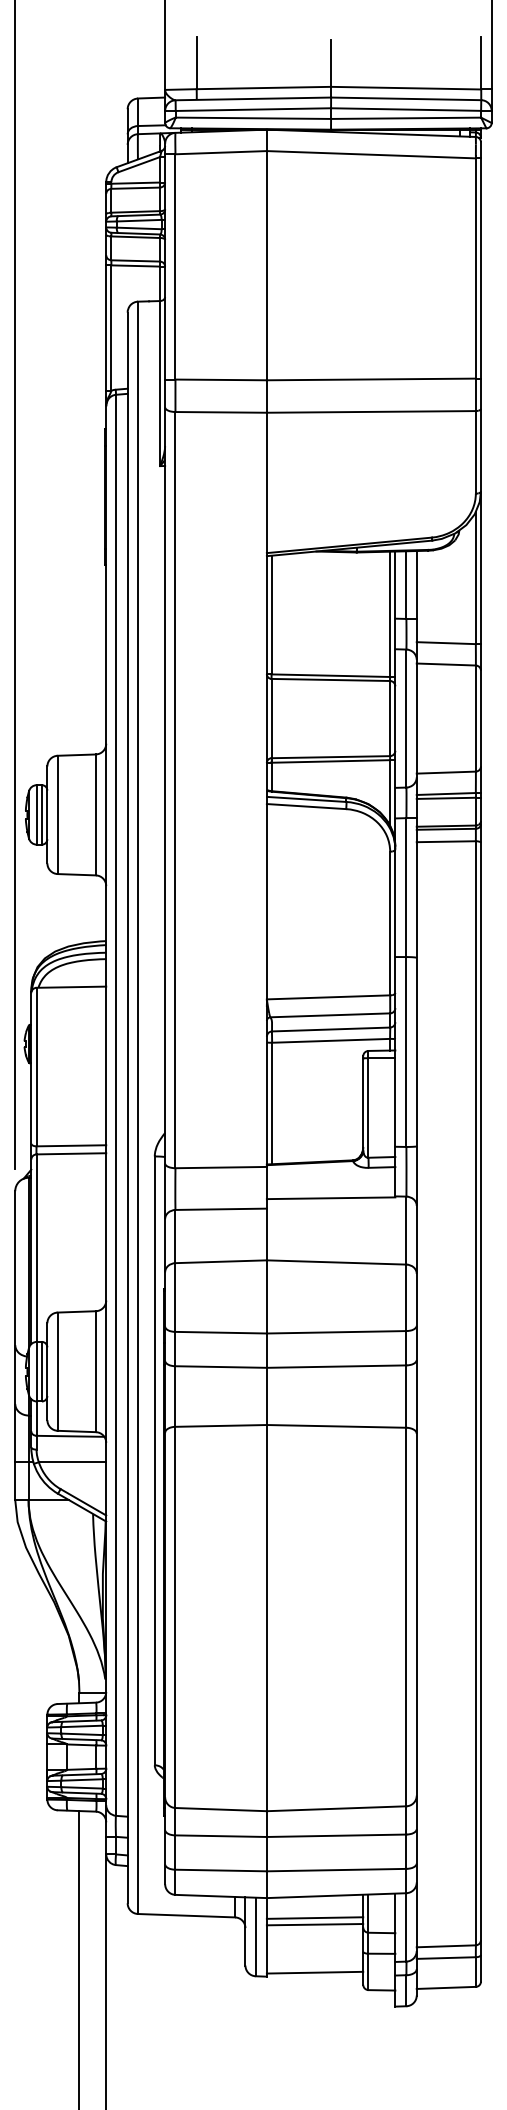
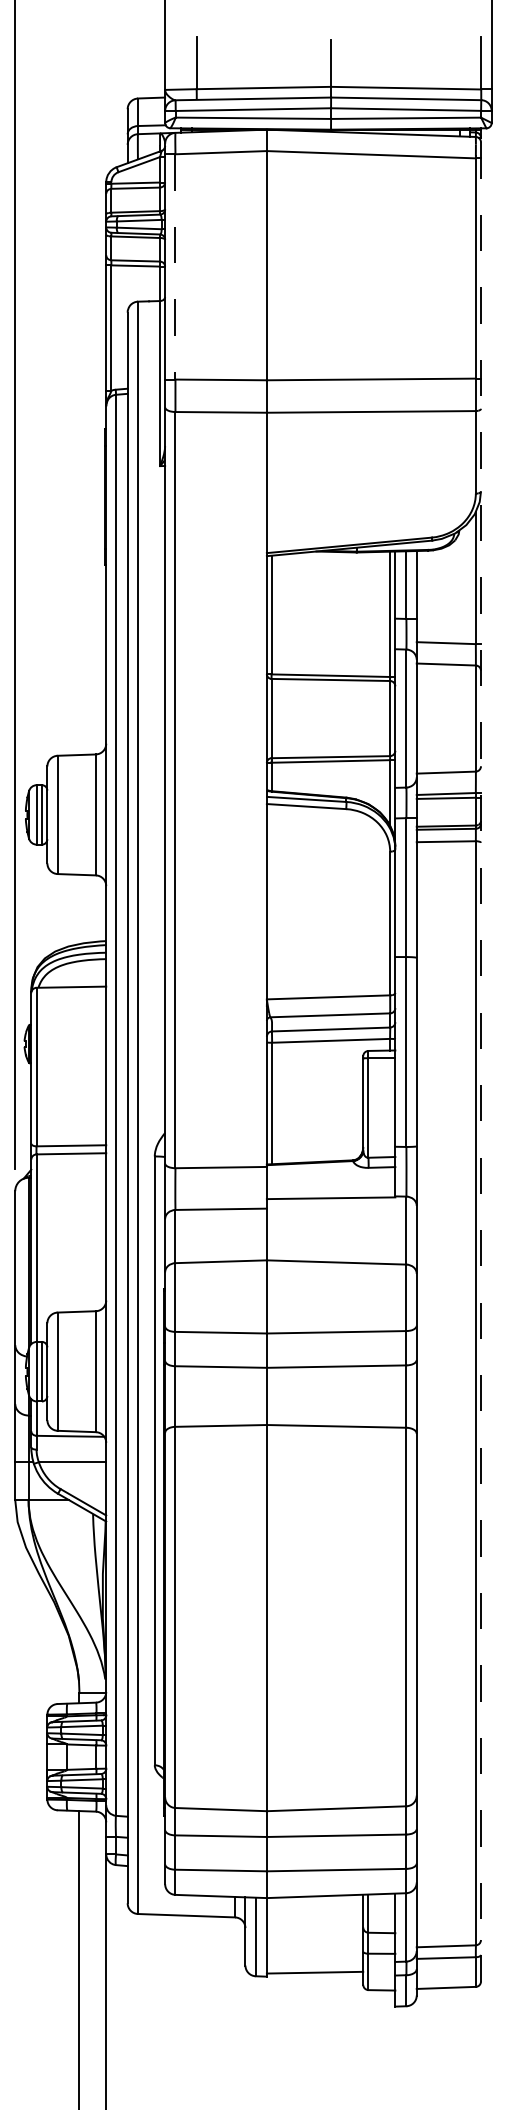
line at (175, 266): solid -> dashed
line at (481, 1061): solid -> dashed
line at (314, 1917): present -> none
line at (314, 1924): present -> none
